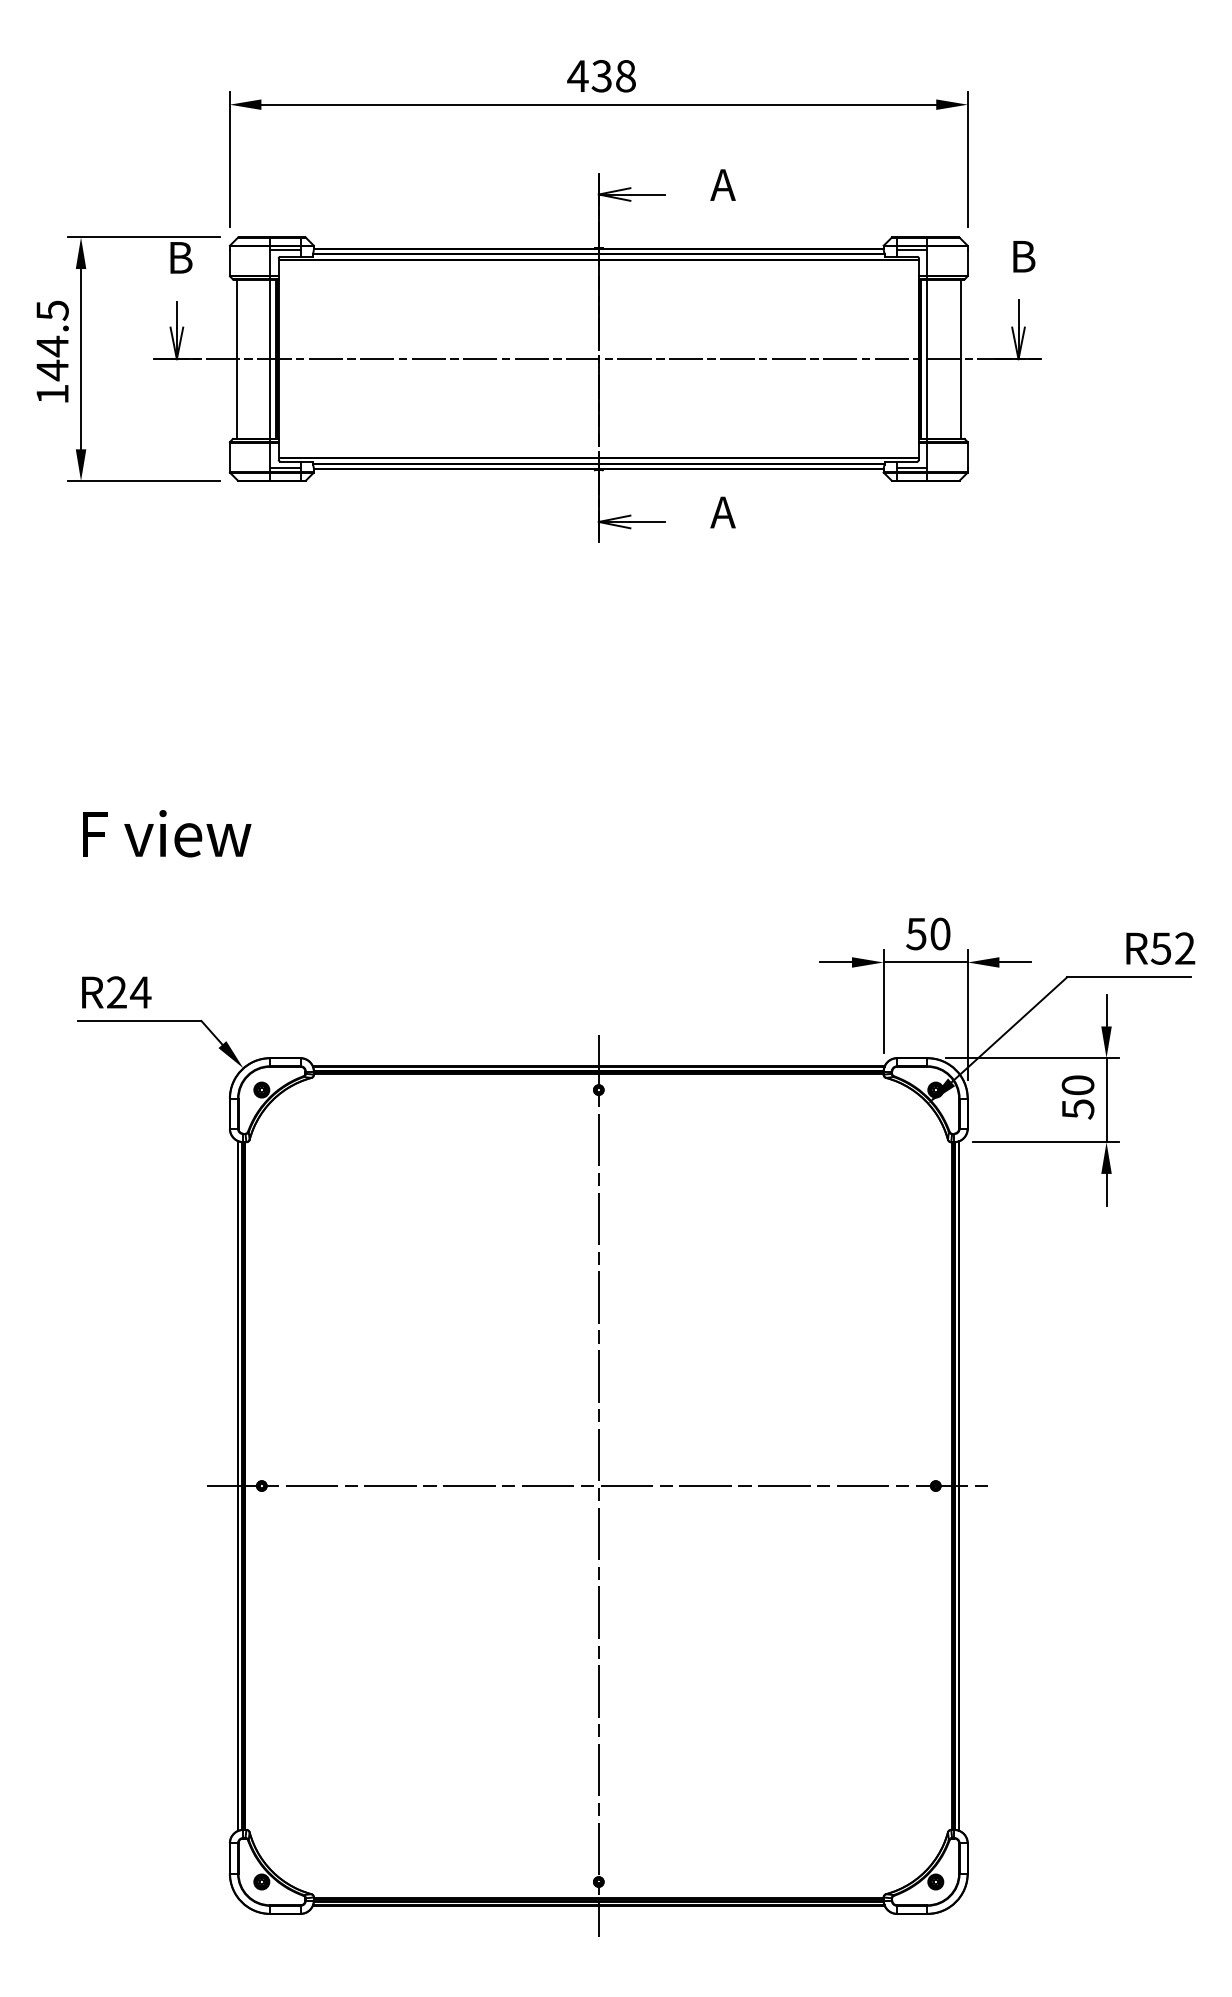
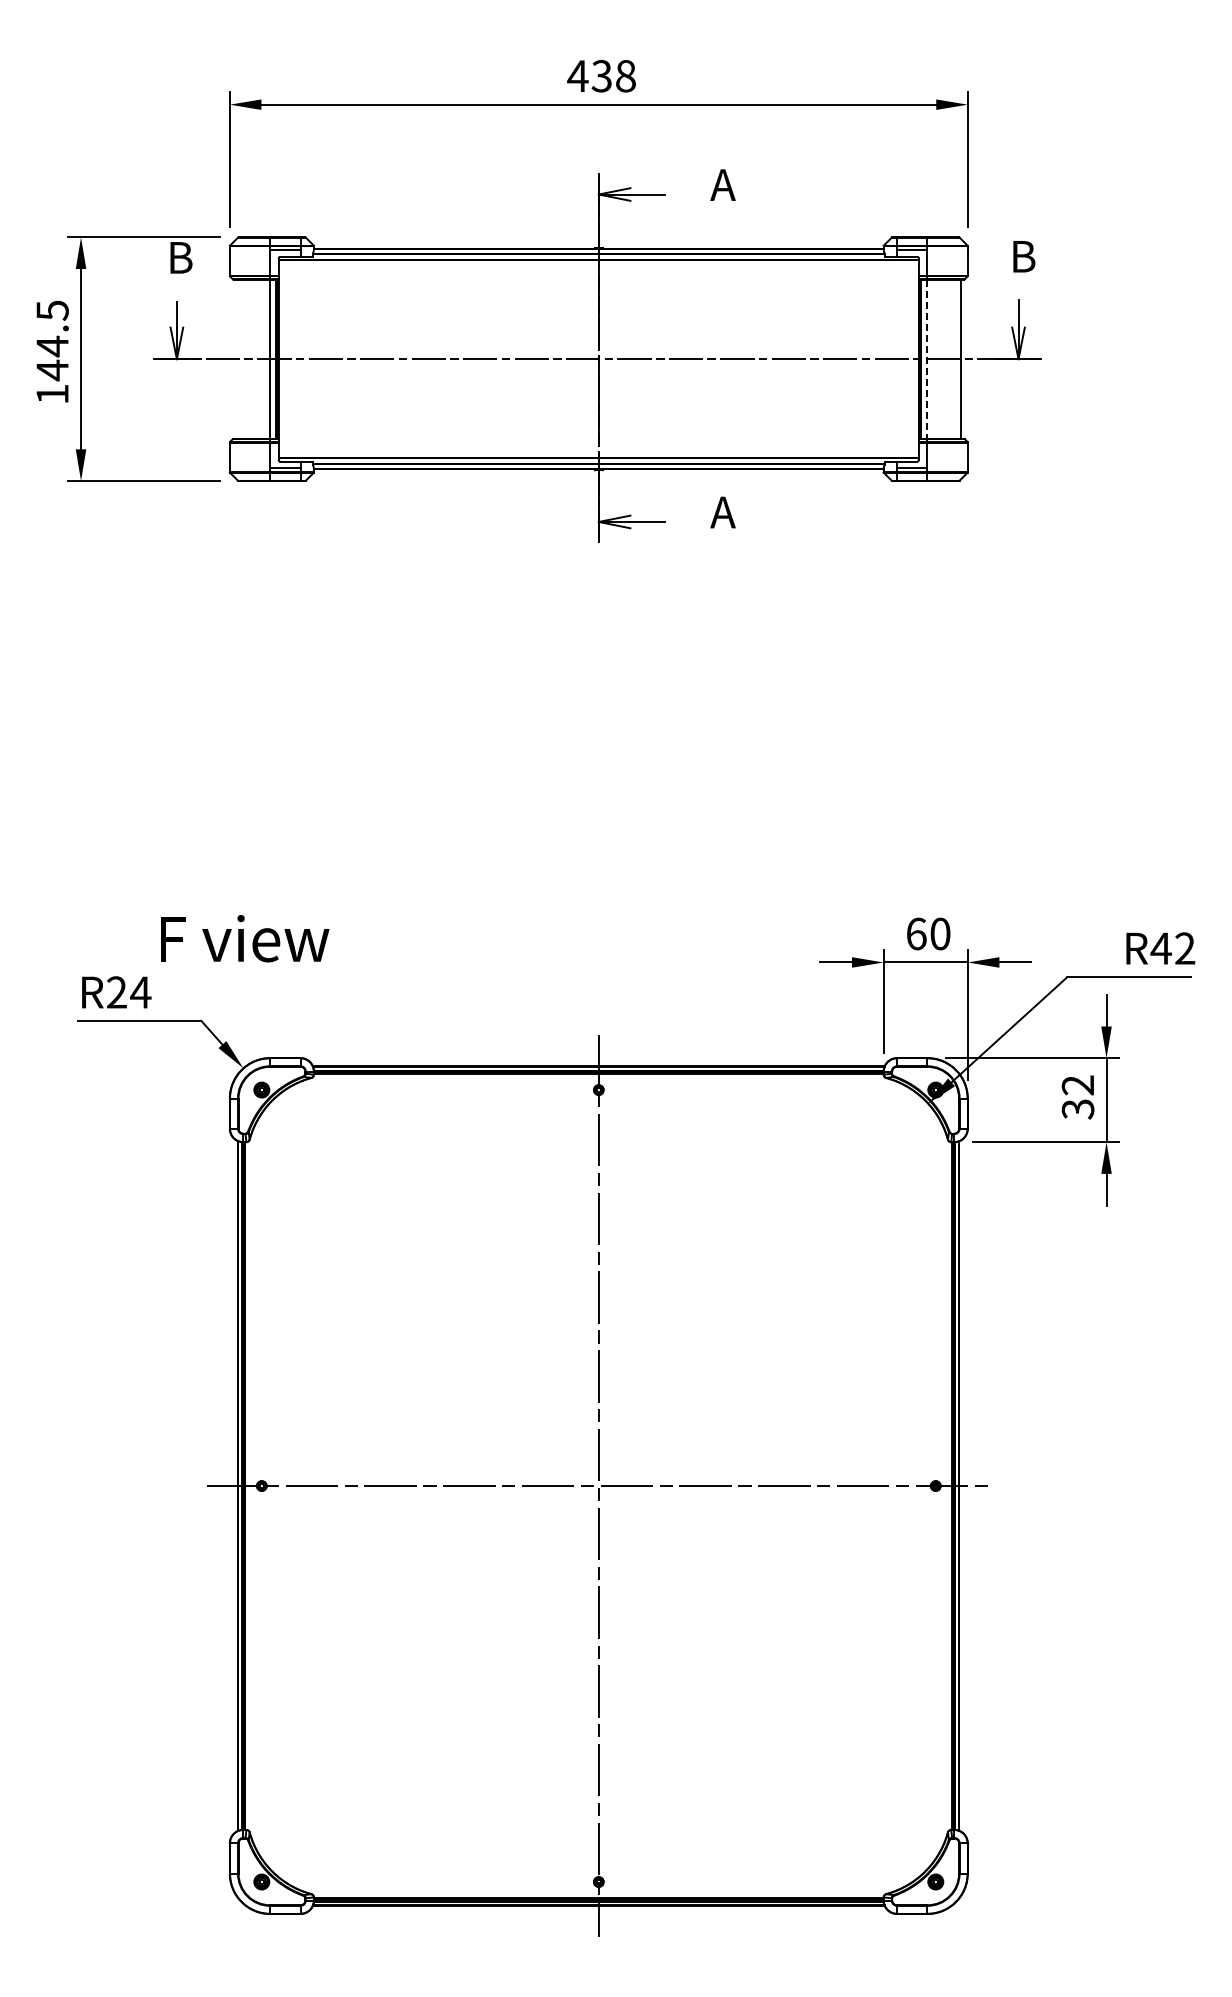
line at (236, 358): present -> none
line at (927, 359): solid -> dashed
text at (167, 833) position: (167, 833) -> (245, 938)
text at (916, 933): 50 -> 60
text at (1160, 948): R52 -> R42
text at (1077, 1097): 50 -> 32
